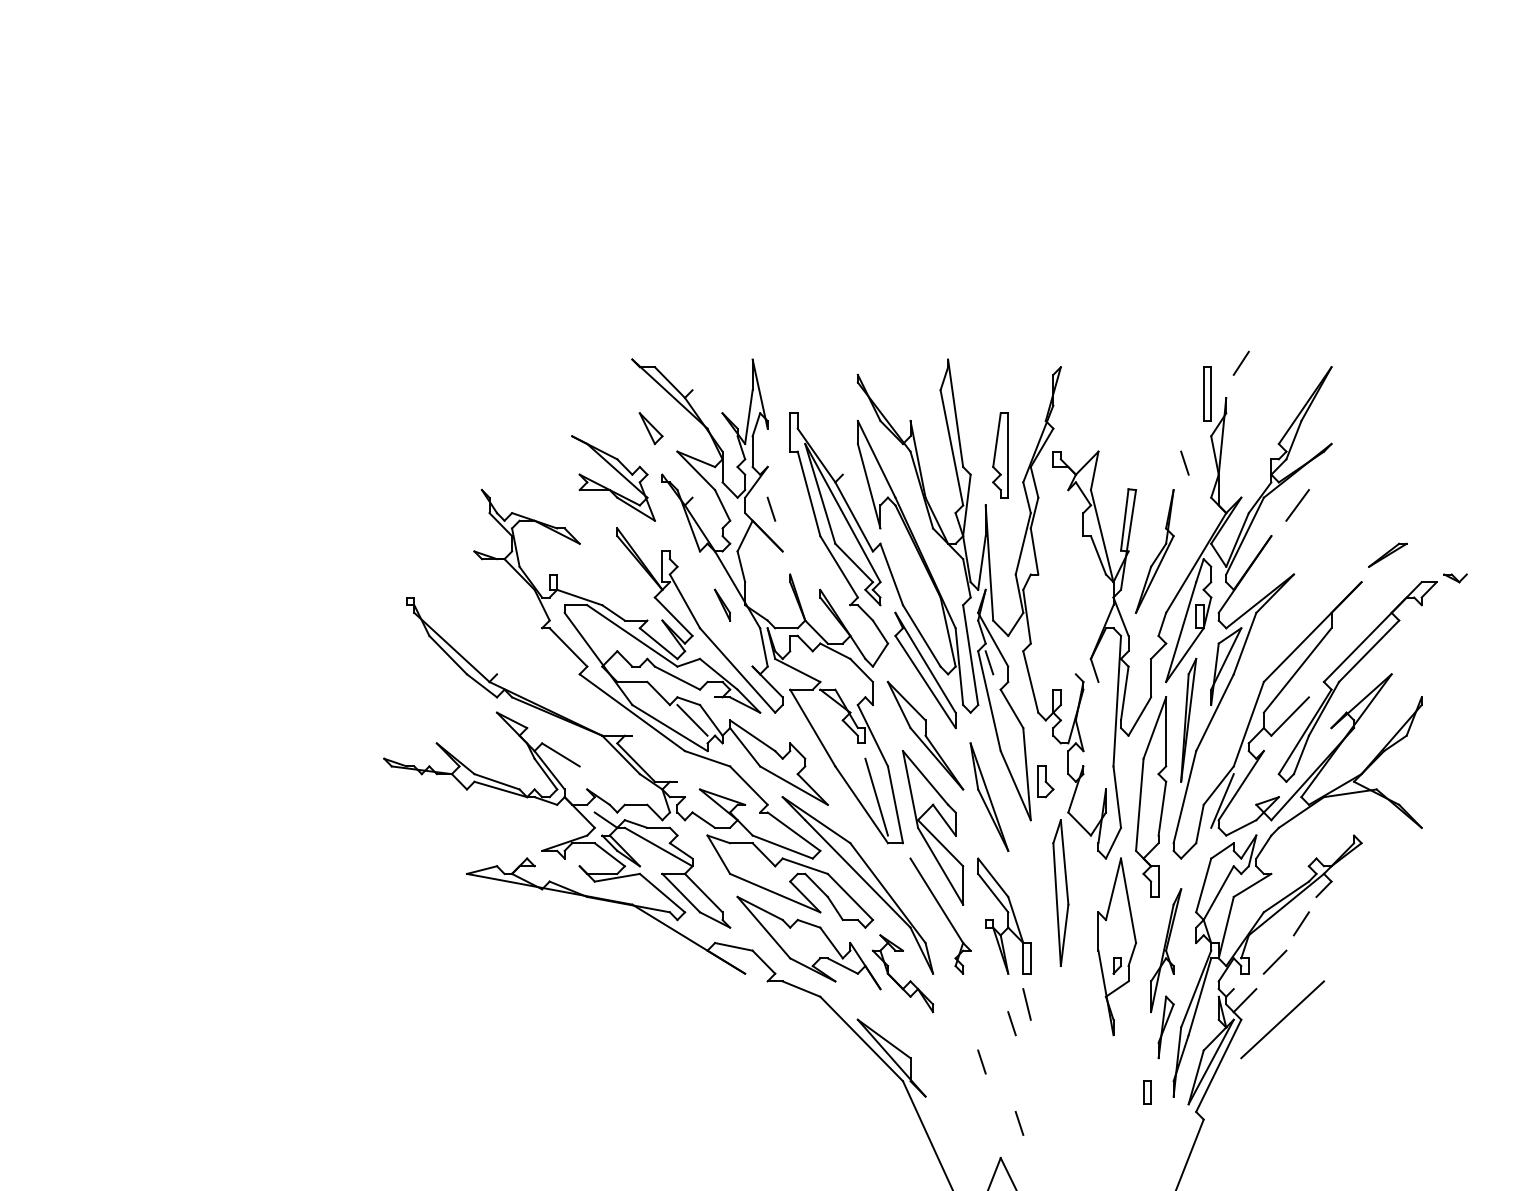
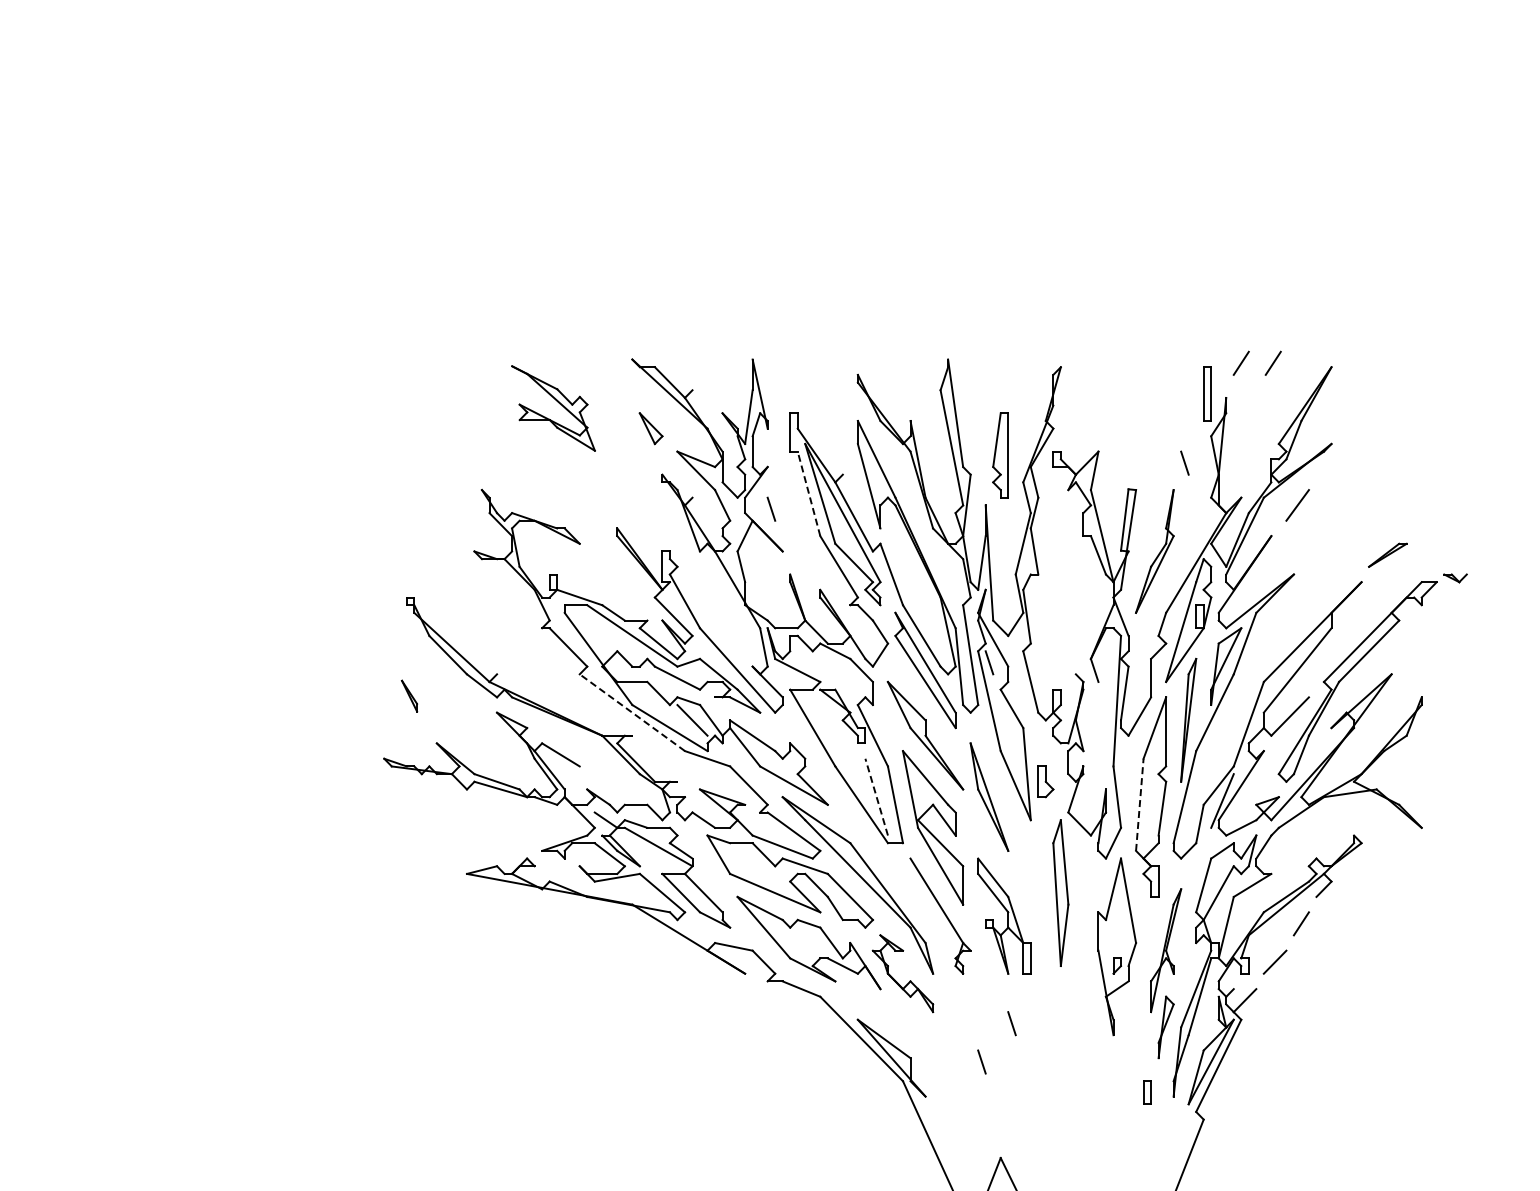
line at (1272, 362): none -> present
part at (618, 473) position: (618, 473) -> (558, 403)
line at (809, 493): solid -> dashed
part at (722, 604) position: (722, 604) -> (409, 695)
line at (631, 712): solid -> dashed
line at (876, 796): solid -> dashed
line at (1139, 804): solid -> dashed
line at (1026, 1004): present -> none
line at (1282, 1019): present -> none
line at (1019, 1122): present -> none
